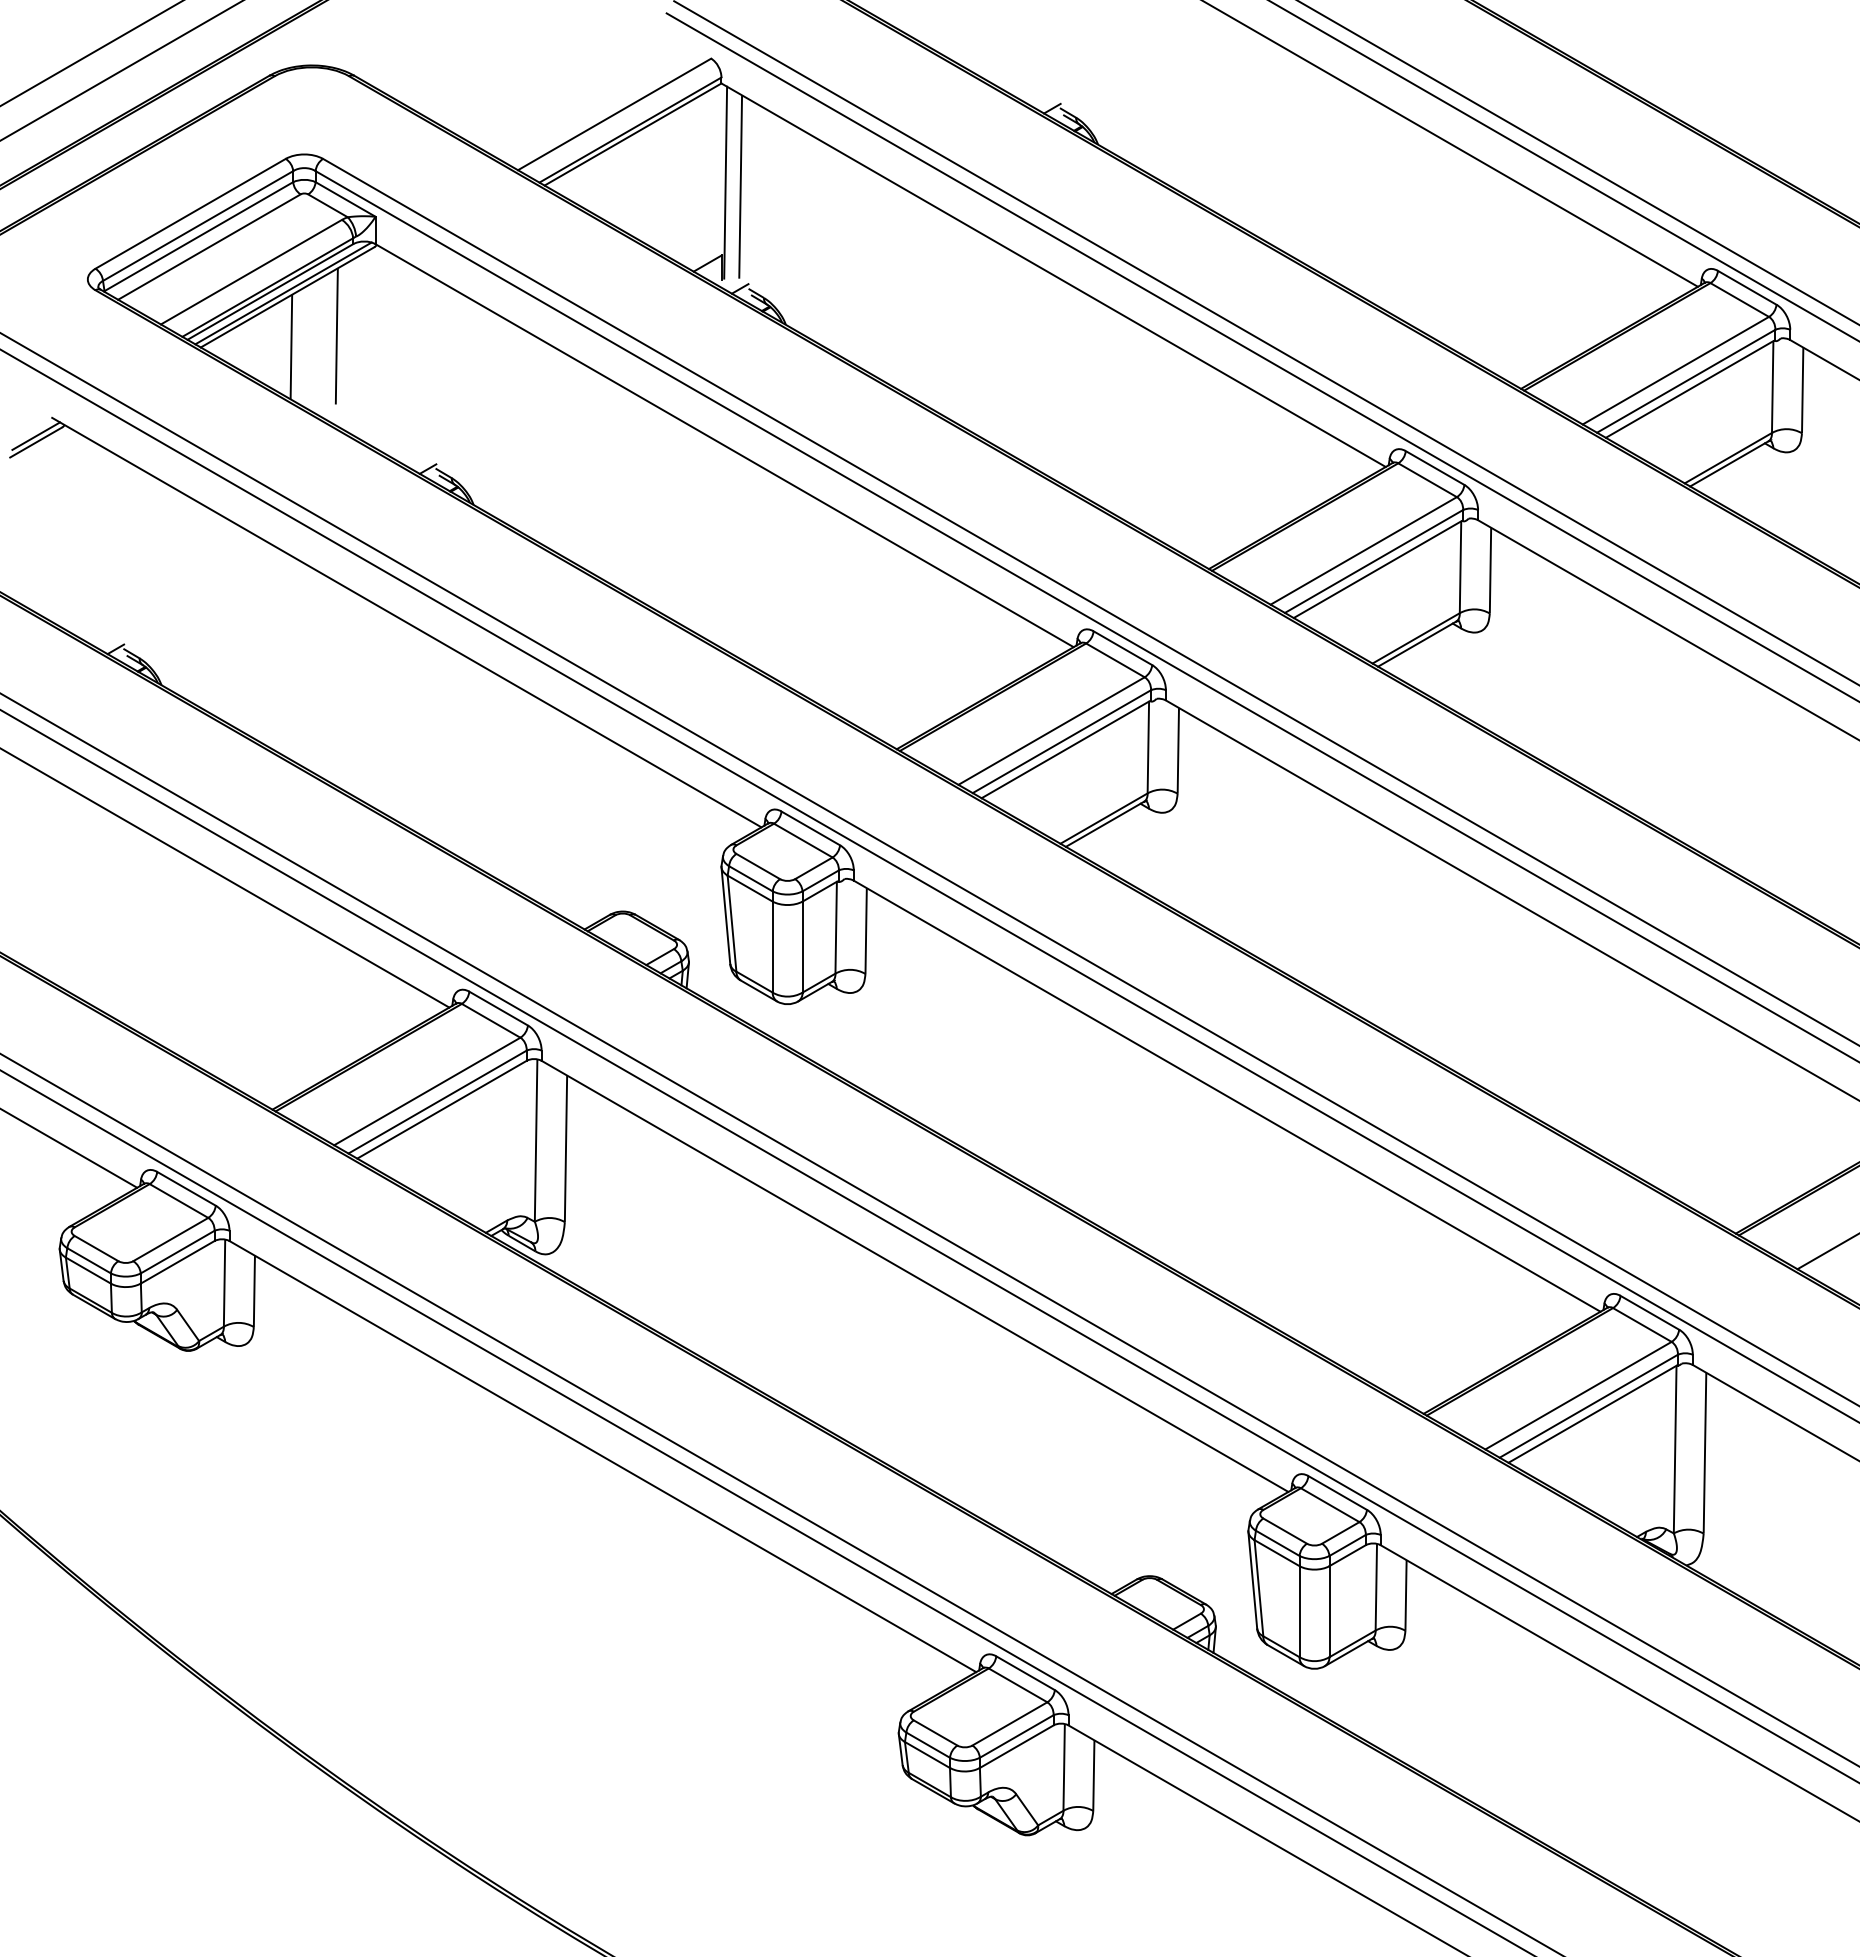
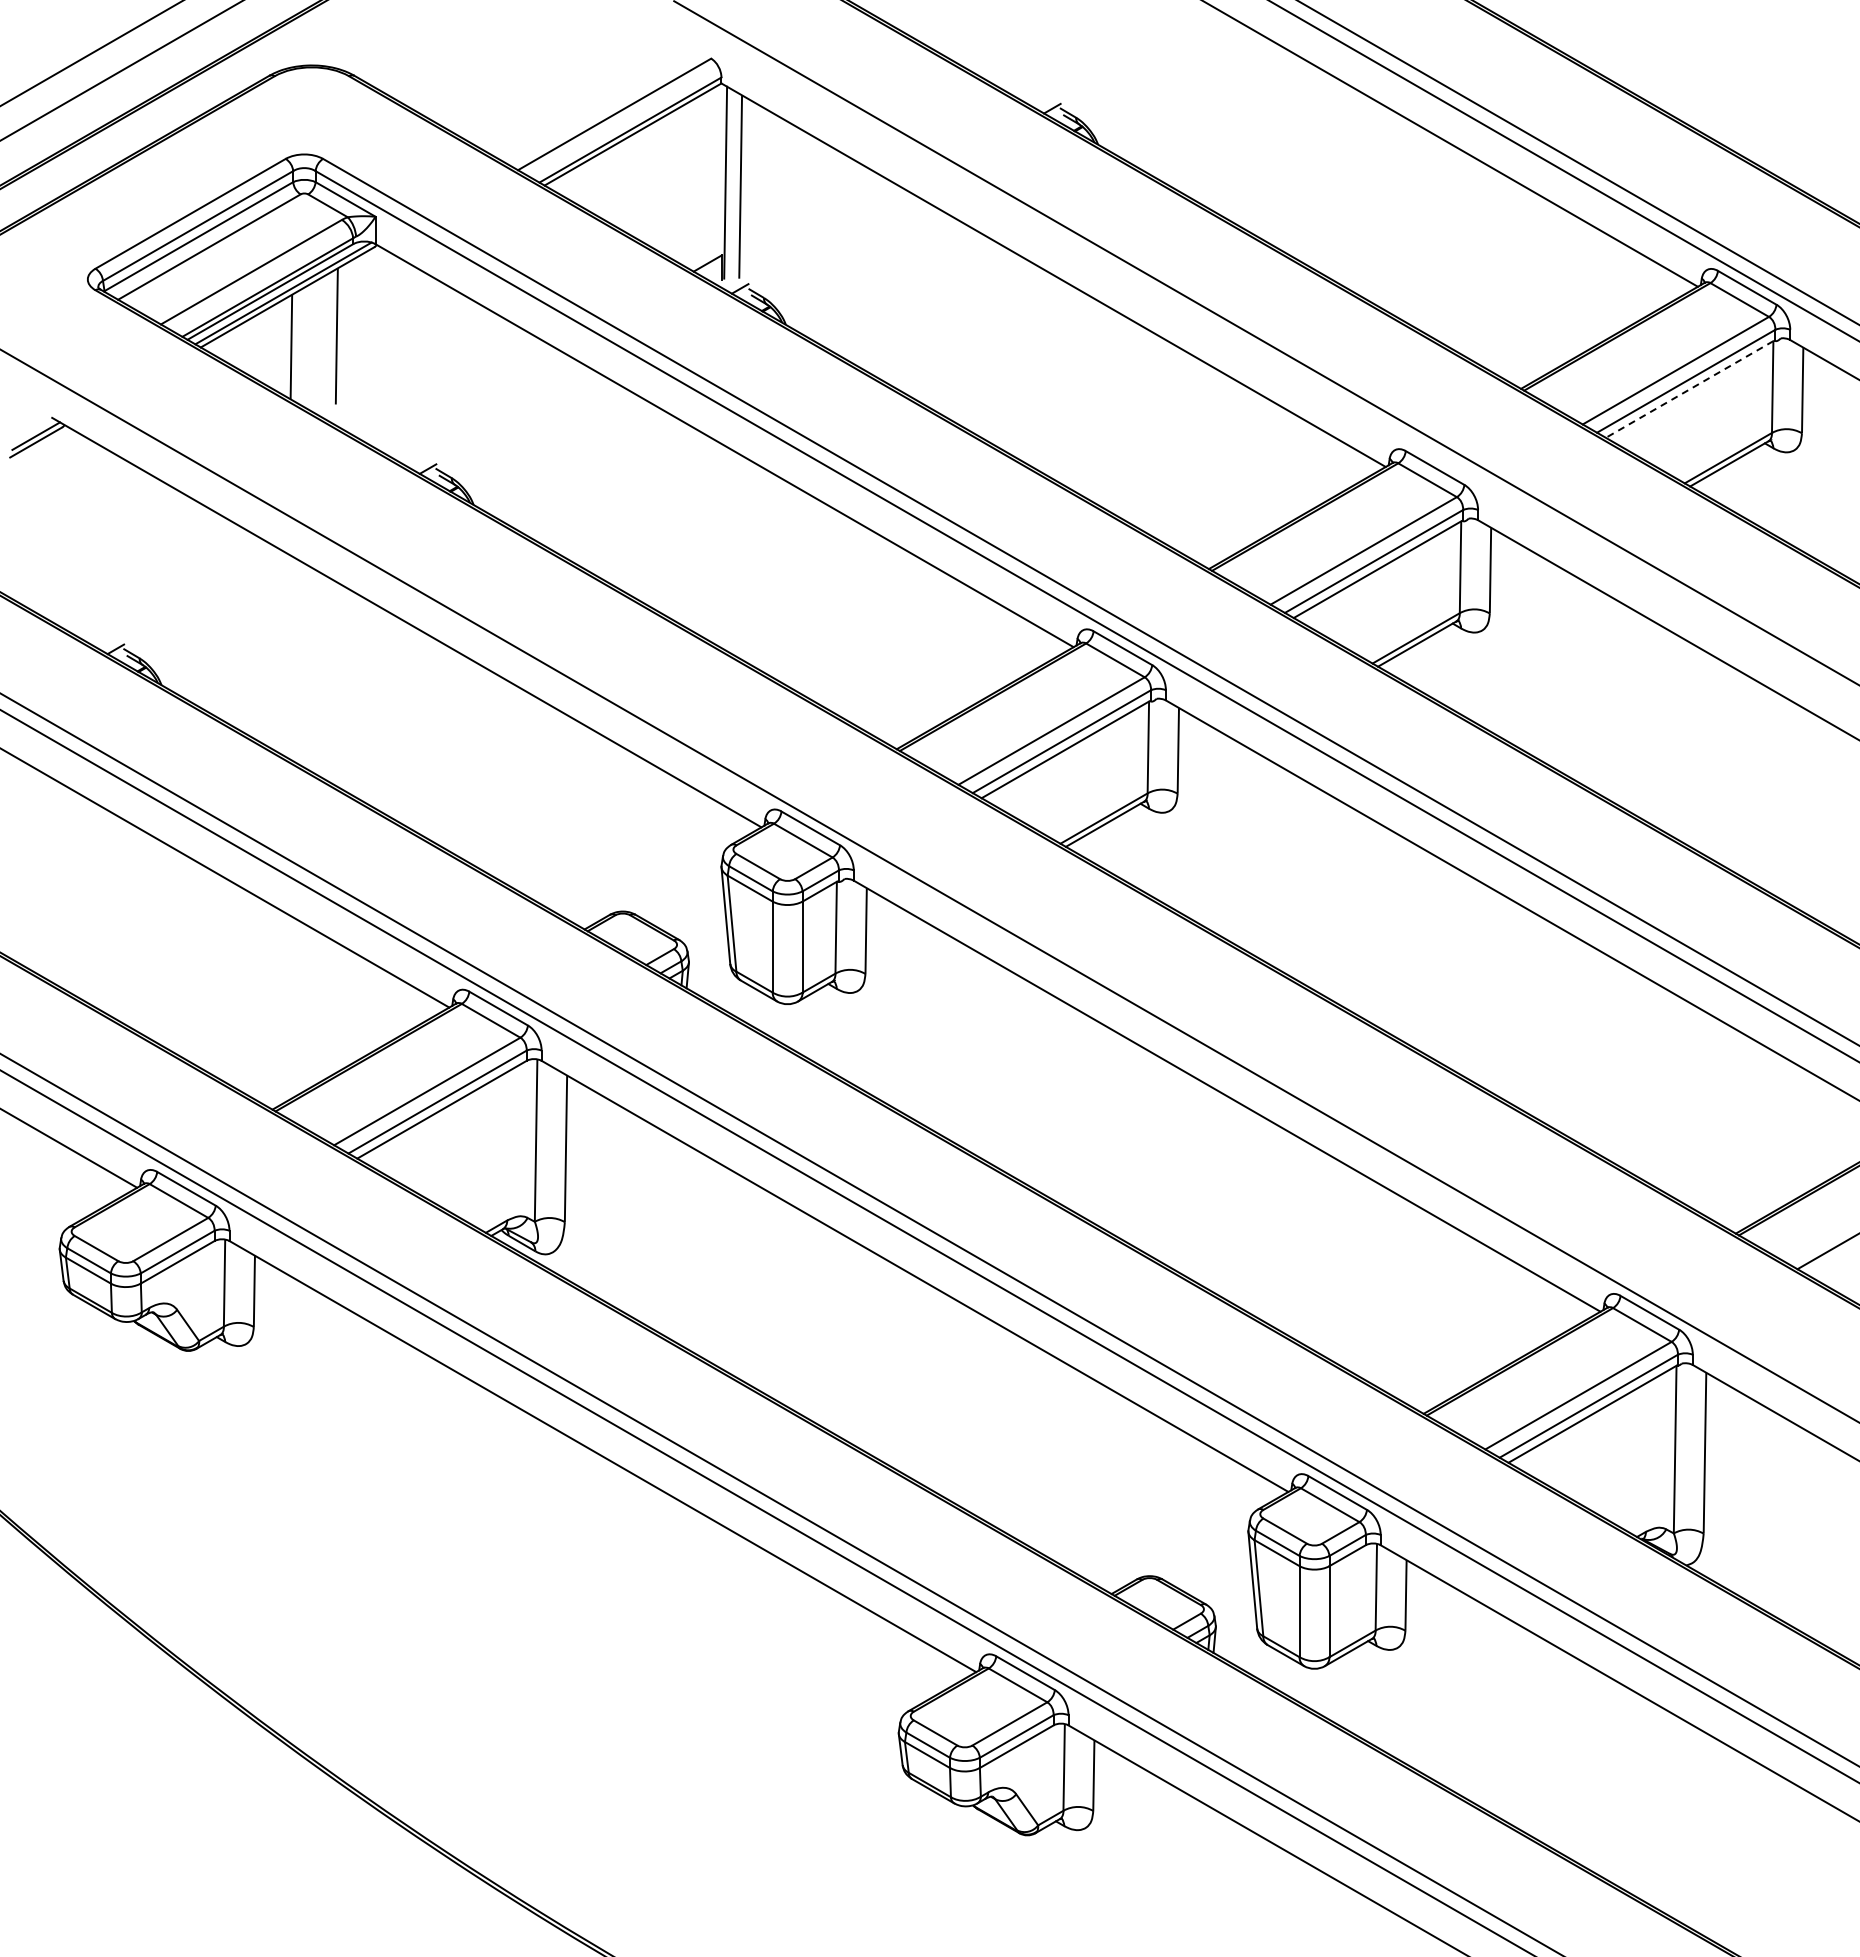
line at (1261, 356): present -> none
line at (1689, 389): solid -> dashed
line at (929, 869): present -> none
